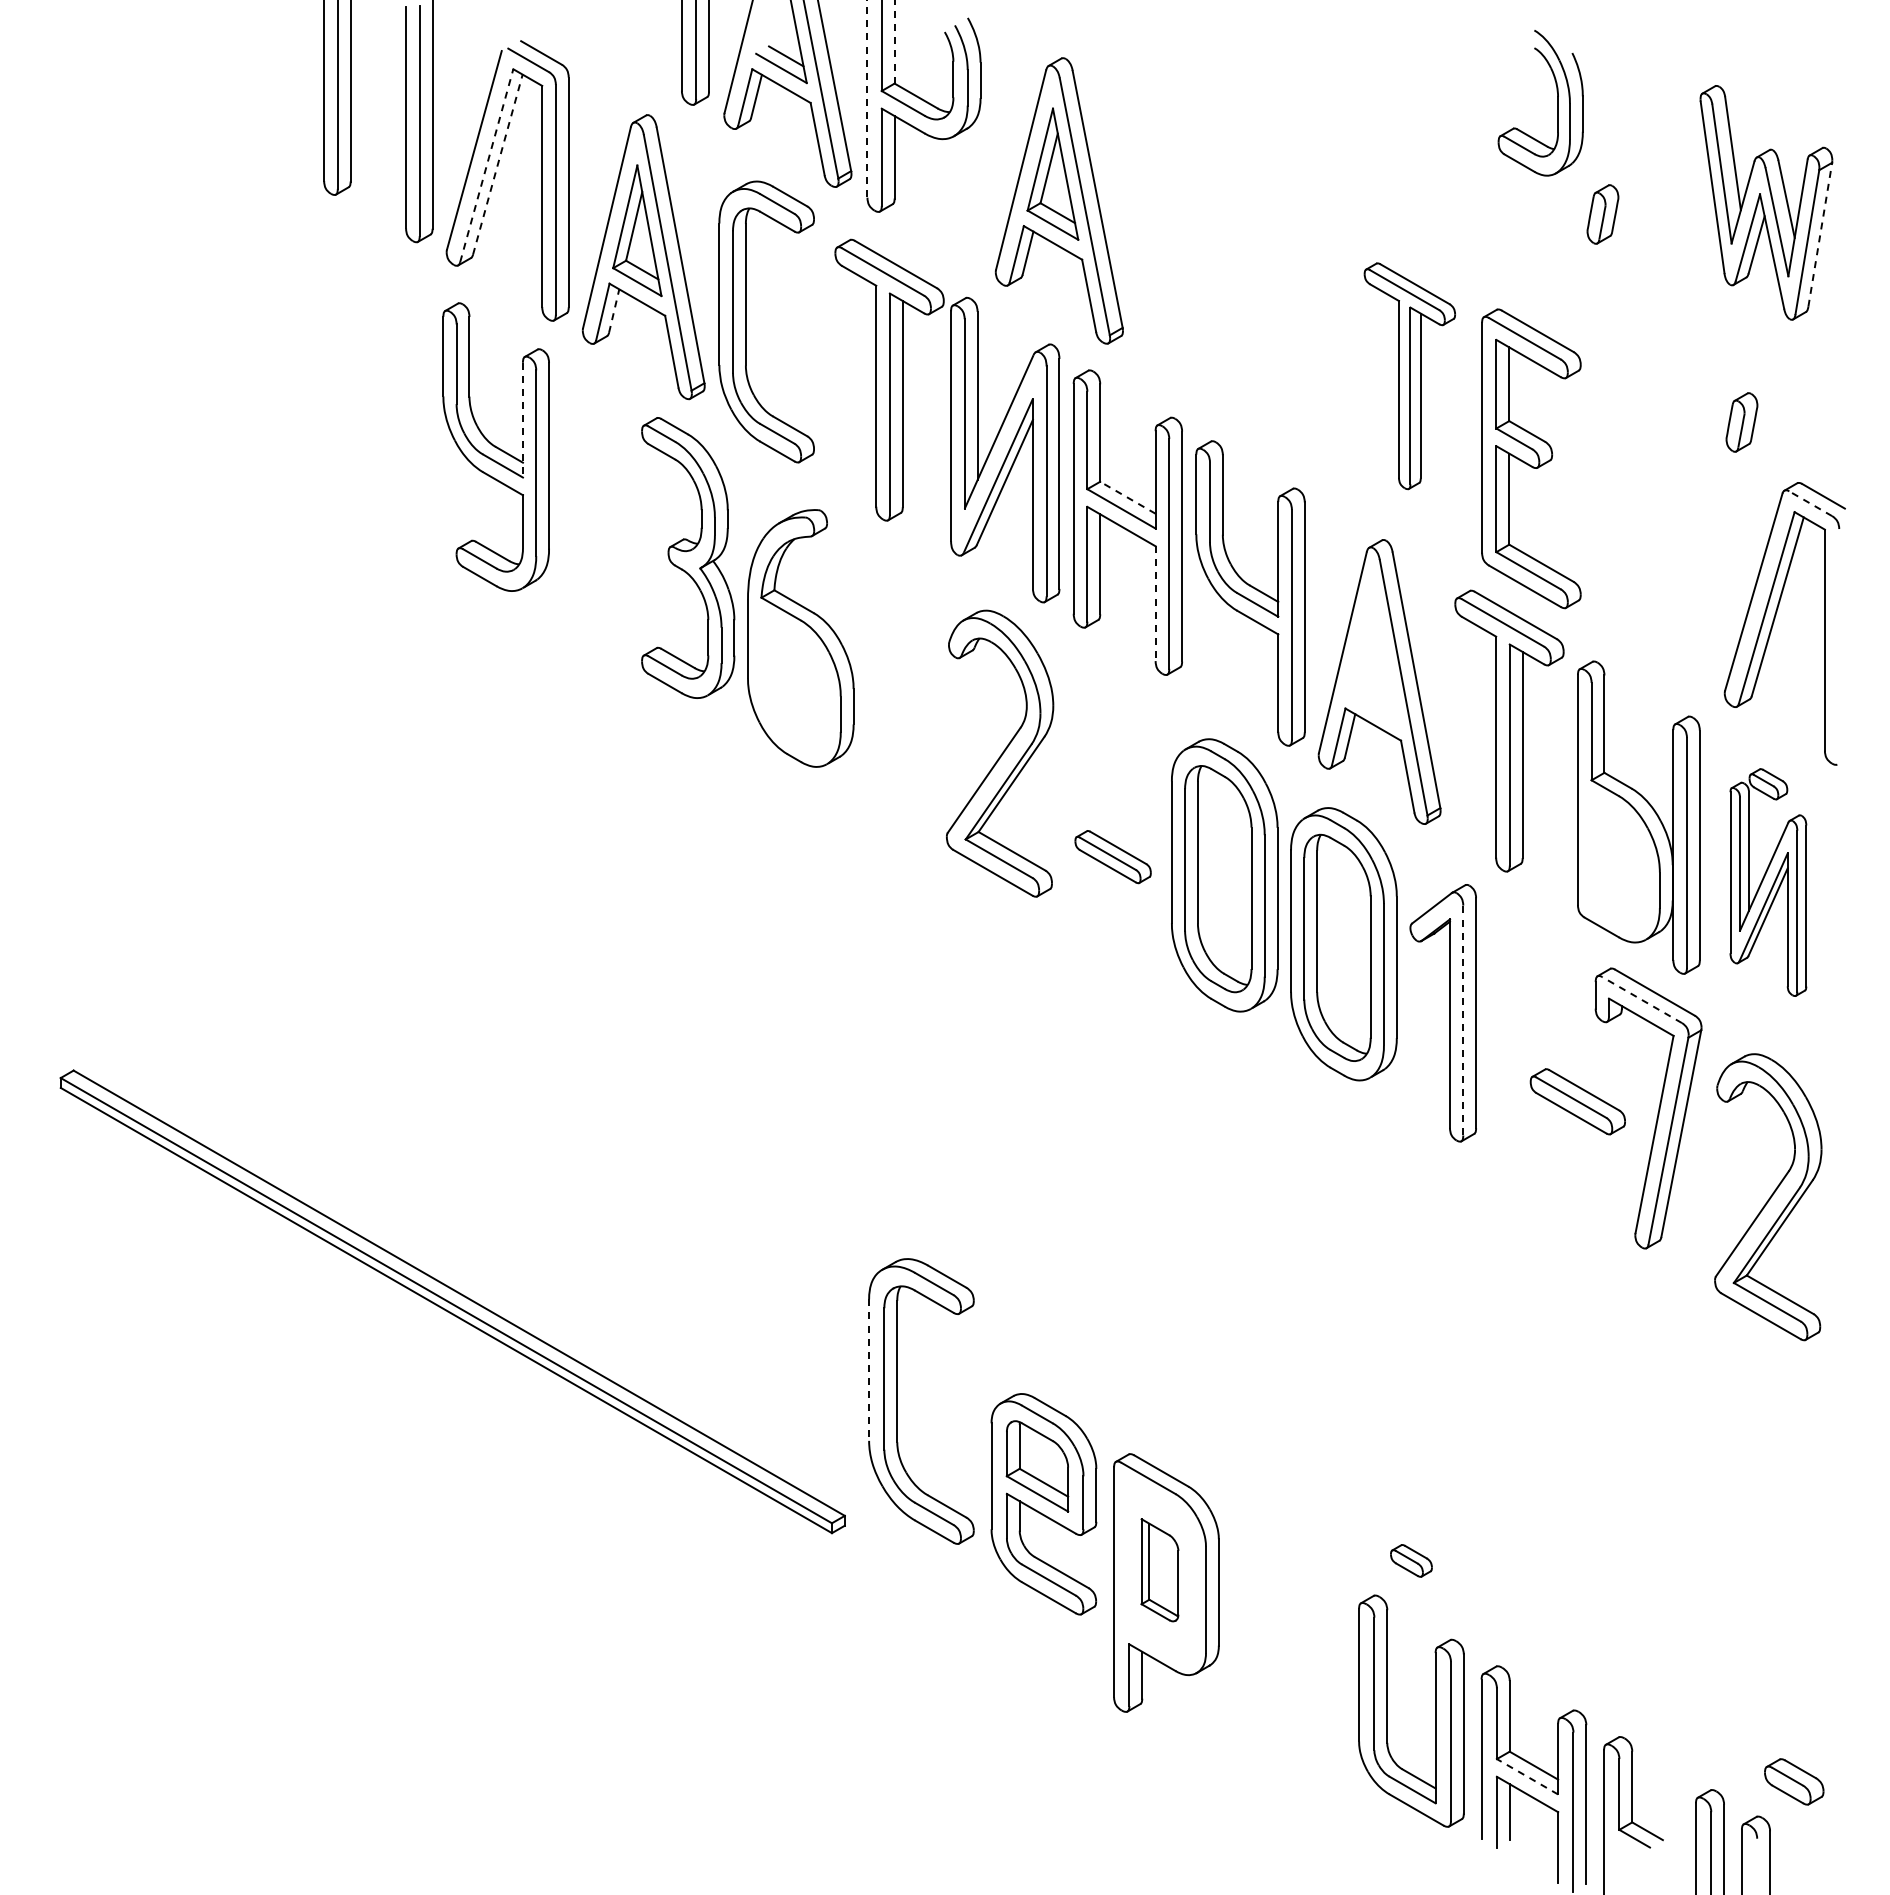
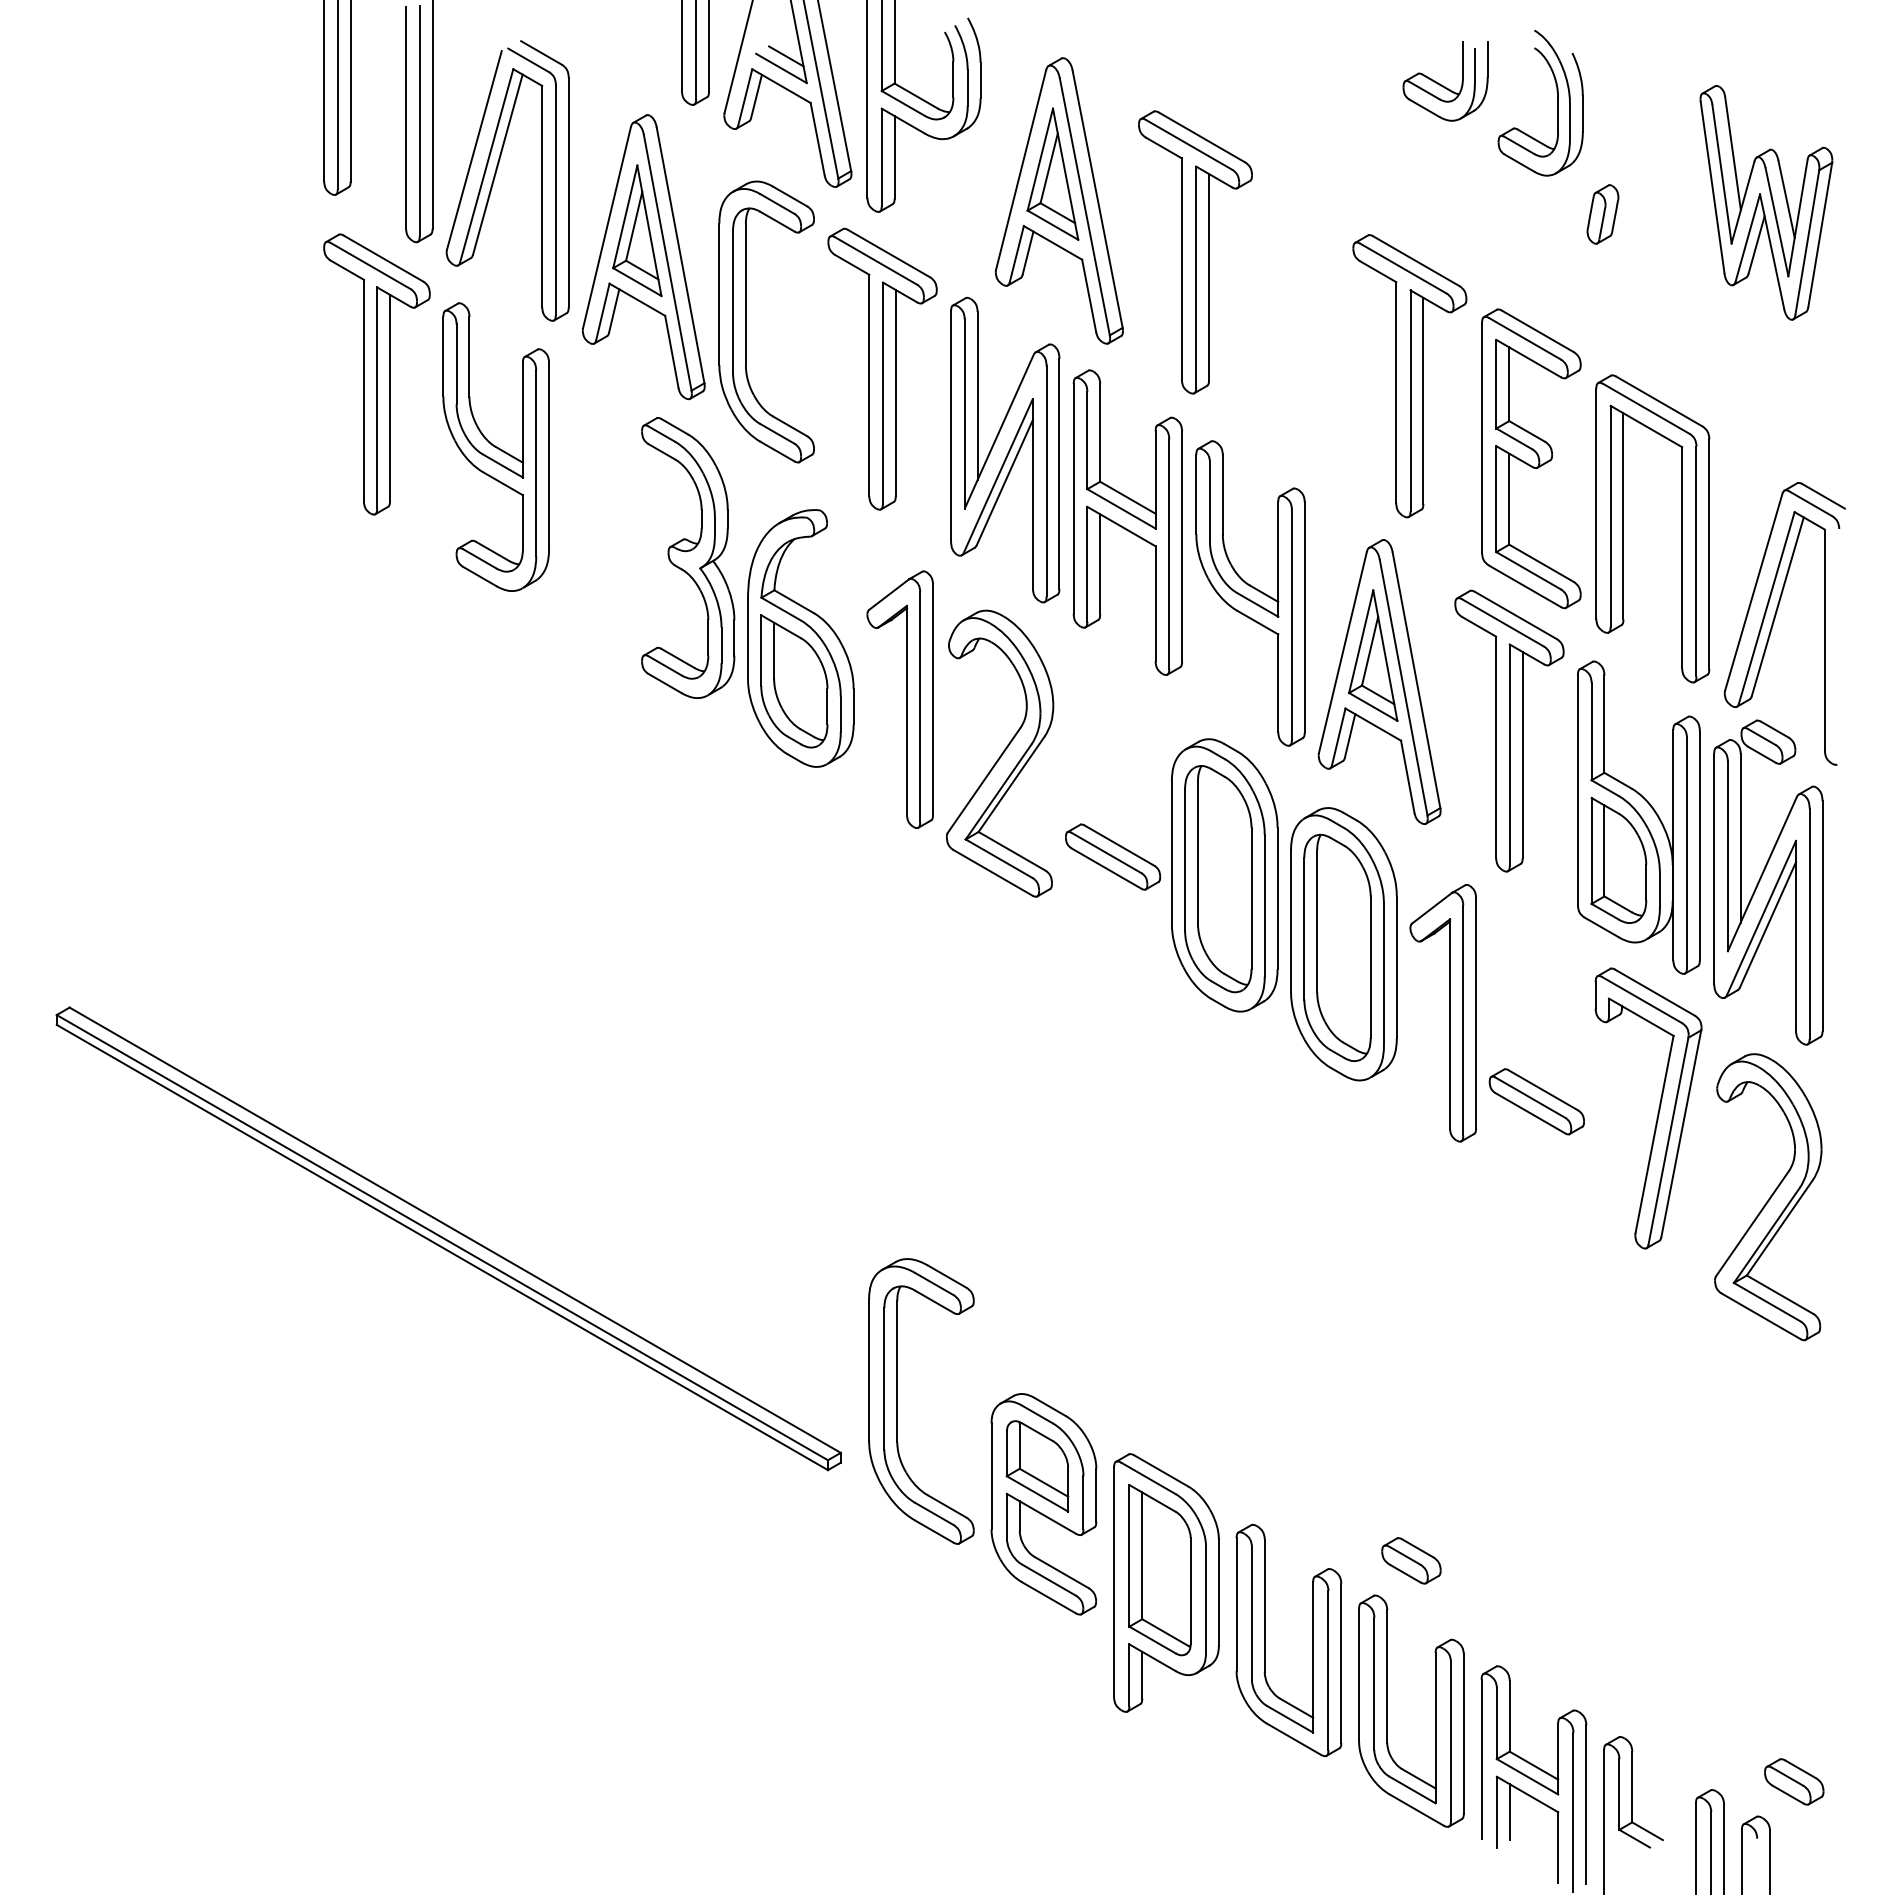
line at (894, 41): dashed -> solid
part at (1445, 81): none -> present
line at (867, 98): dashed -> solid
line at (497, 164): dashed -> solid
line at (486, 165): dashed -> solid
line at (1820, 234): dashed -> solid
part at (1195, 252): none -> present
line at (614, 310): dashed -> solid
part at (376, 374): none -> present
part at (1409, 376) size: 93x229 px -> 116x285 px
part at (889, 379) position: (889, 379) -> (882, 368)
line at (522, 420): dashed -> solid
part at (1741, 422): present -> none
line at (1127, 497): dashed -> solid
line at (1810, 503): dashed -> solid
part at (1623, 528): none -> present
line at (1155, 604): dashed -> solid
part at (1373, 655): none -> present
part at (794, 681): none -> present
part at (906, 699): none -> present
part at (1112, 857) size: 78x55 px -> 97x68 px
part at (1618, 860): none -> present
part at (1768, 882) size: 79x229 px -> 111x327 px
line at (1642, 1000): dashed -> solid
line at (1463, 1020): dashed -> solid
part at (1577, 1101) position: (1577, 1101) -> (1536, 1101)
part at (452, 1301) position: (452, 1301) -> (448, 1238)
line at (869, 1370): dashed -> solid
part at (1411, 1560) size: 43x34 px -> 61x48 px
part at (1159, 1570) size: 40x105 px -> 64x173 px
part at (1265, 1640): none -> present
line at (1527, 1776): dashed -> solid
